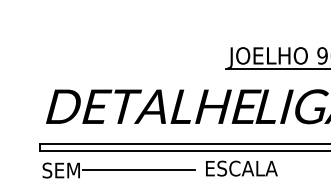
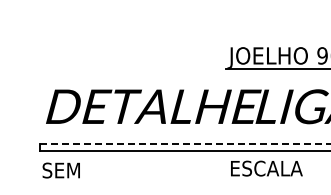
line at (185, 144): solid -> dashed
text at (241, 168) position: (241, 168) -> (266, 168)
line at (138, 169): present -> none
